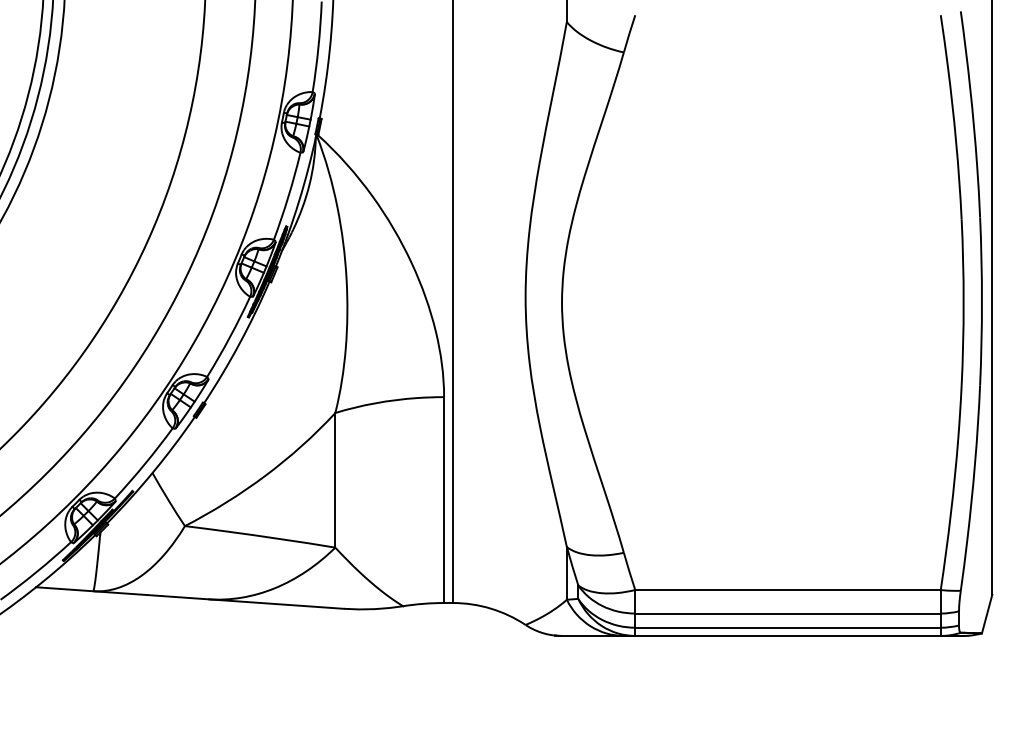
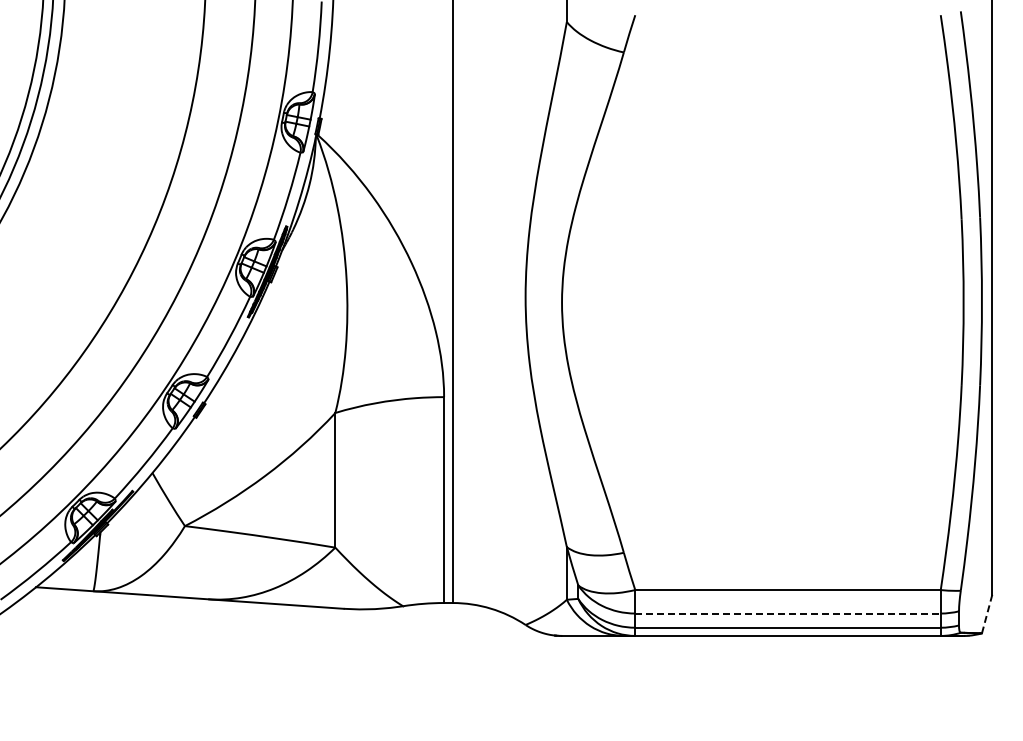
line at (788, 613): solid -> dashed
line at (987, 614): solid -> dashed
